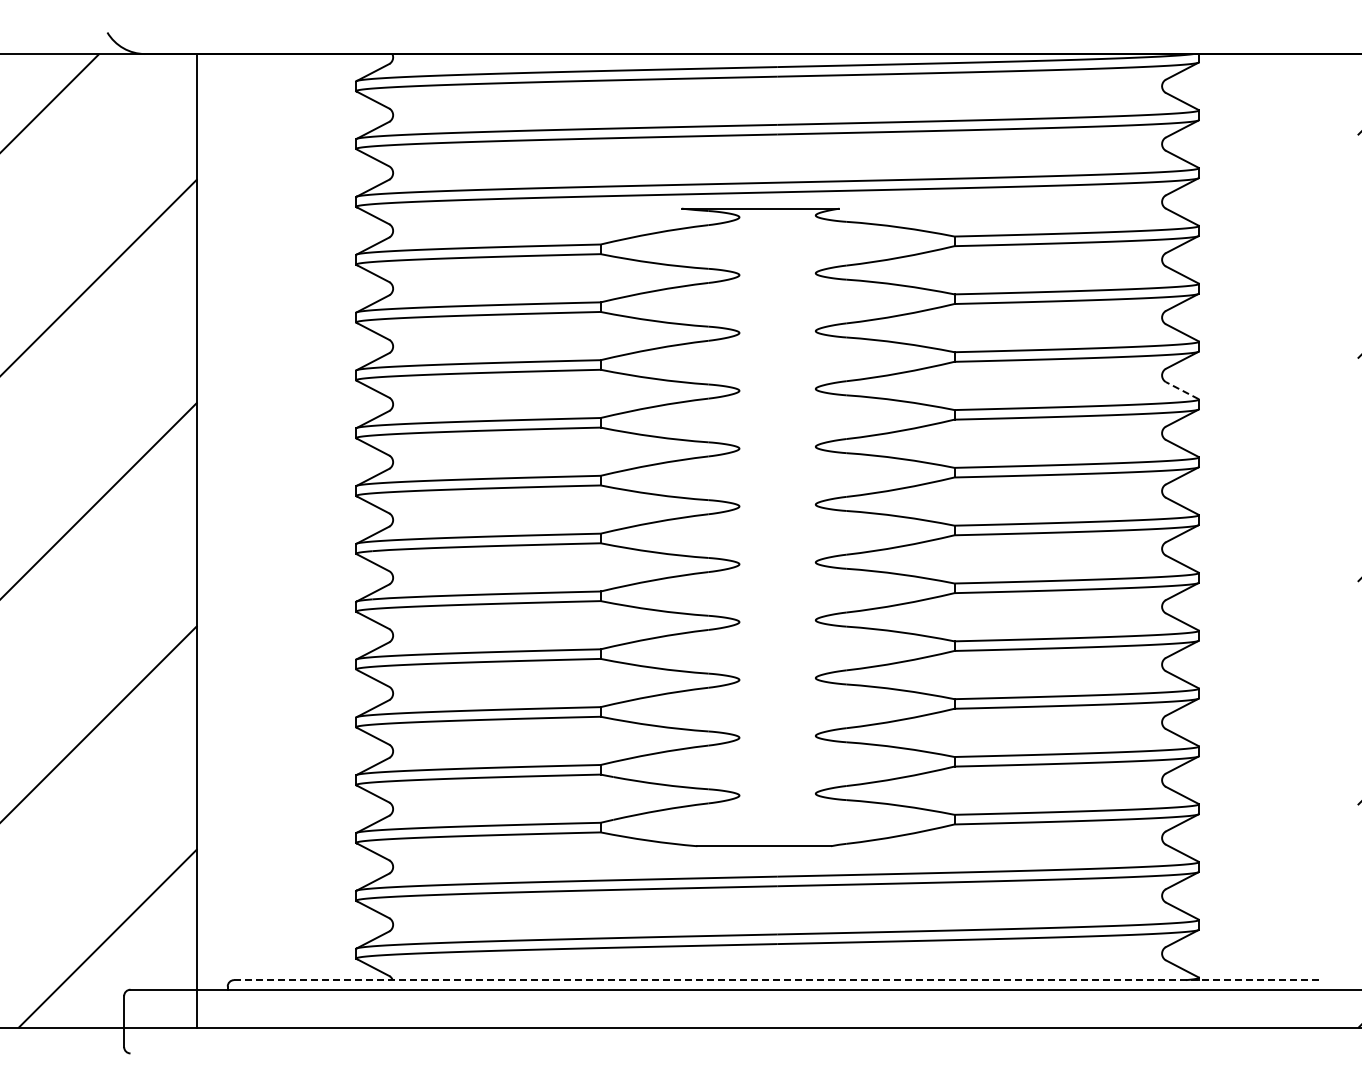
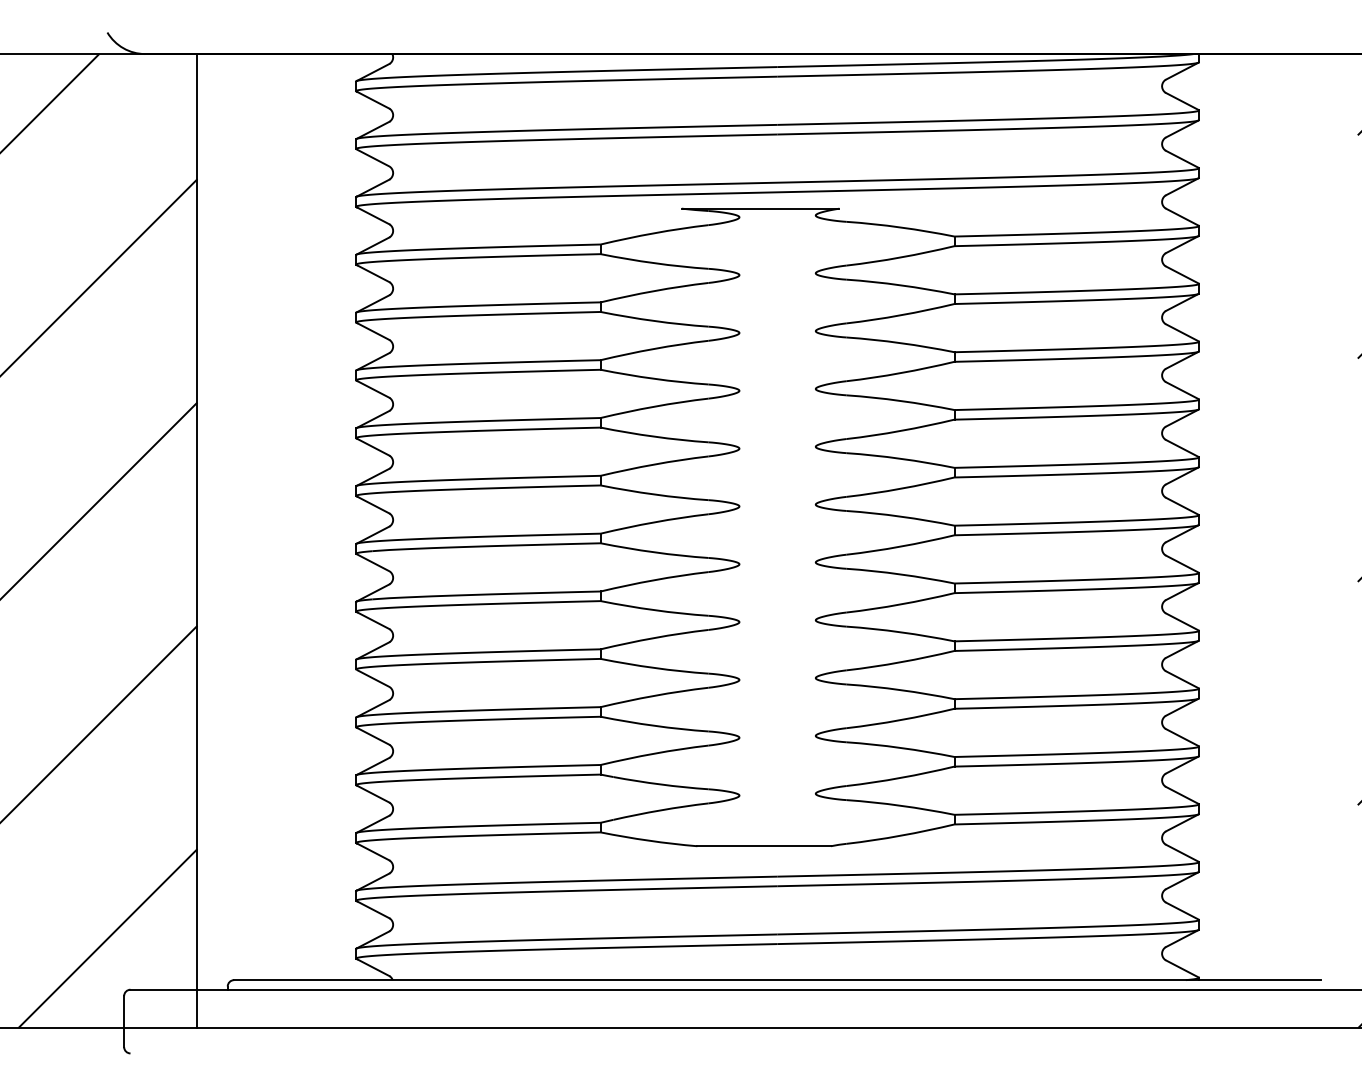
line at (1181, 390): dashed -> solid
line at (777, 980): dashed -> solid
